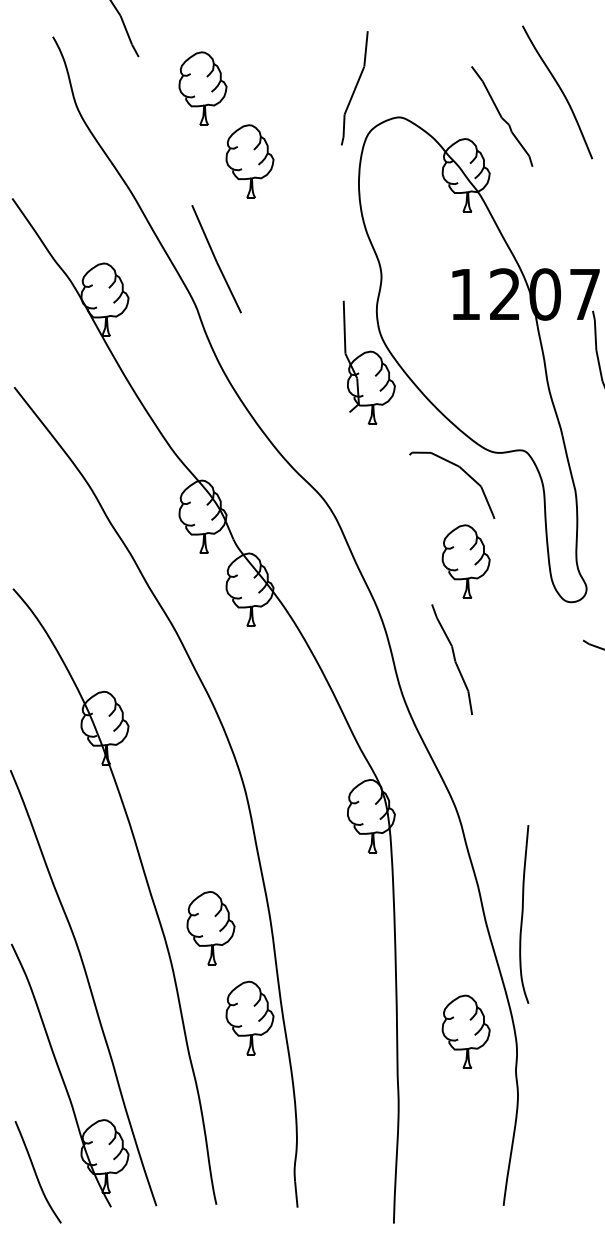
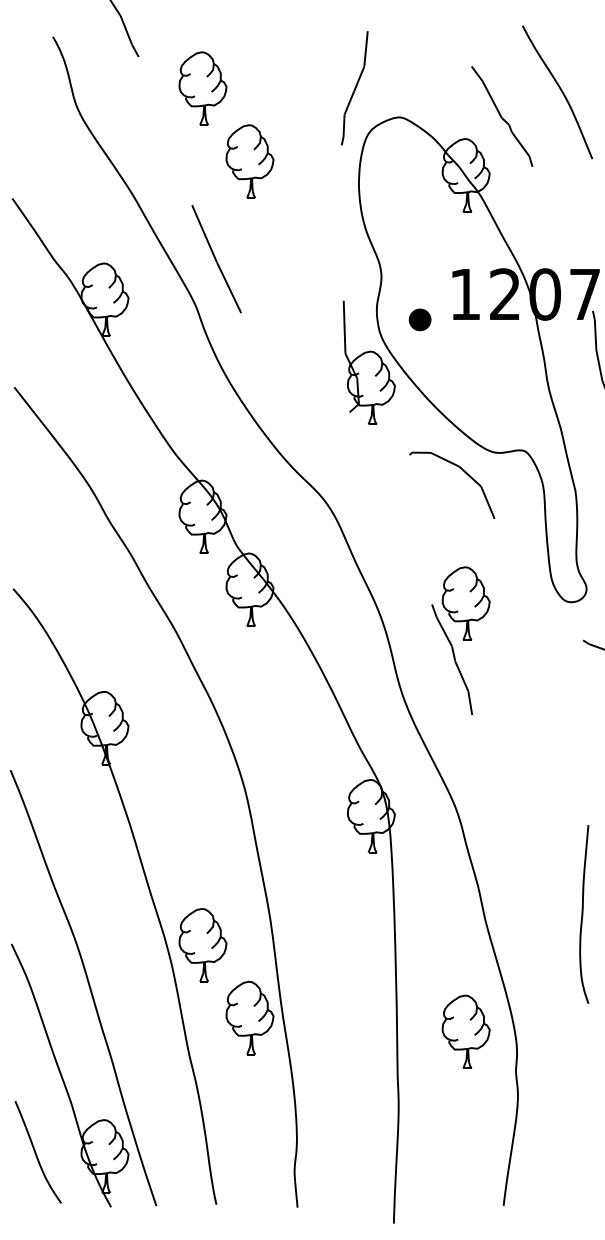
part at (419, 319): none -> present
part at (465, 561) position: (465, 561) -> (465, 603)
curve at (523, 914) position: (523, 914) -> (583, 914)
part at (210, 928) position: (210, 928) -> (202, 945)
curve at (36, 1172) position: (36, 1172) -> (36, 1152)
